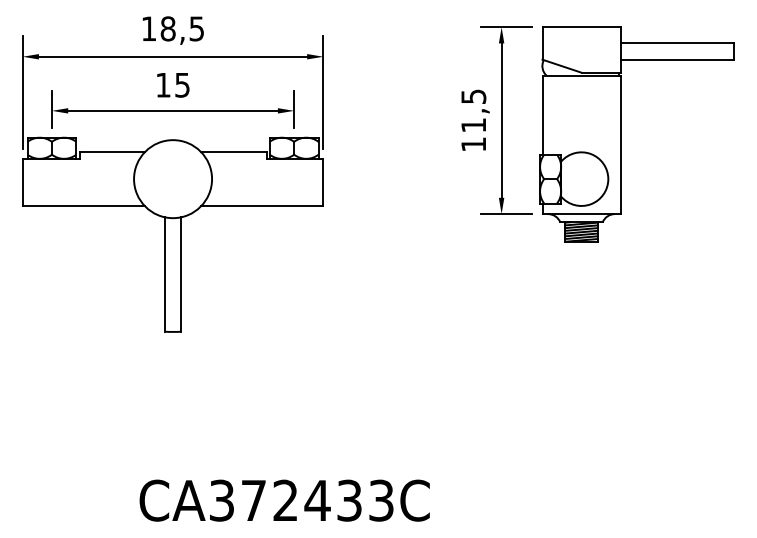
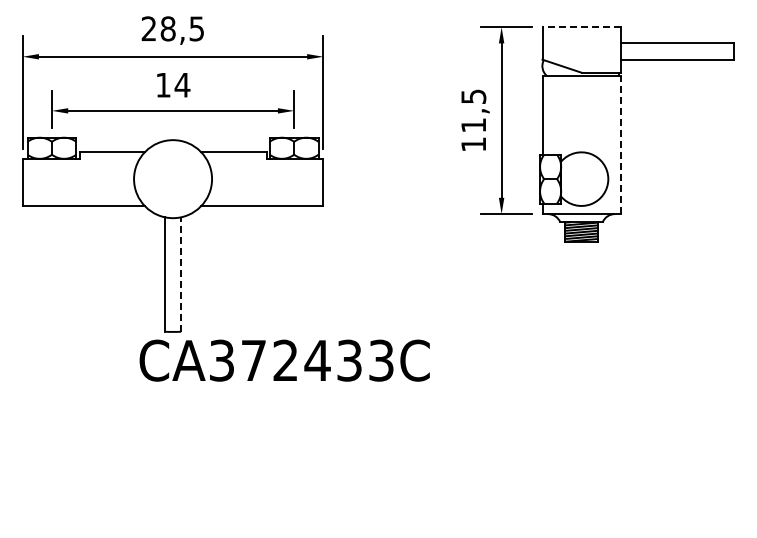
line at (581, 27): solid -> dashed
text at (148, 28): 18,5 -> 28,5
text at (182, 85): 15 -> 14
line at (620, 144): solid -> dashed
line at (181, 274): solid -> dashed
text at (284, 500) position: (284, 500) -> (284, 360)
